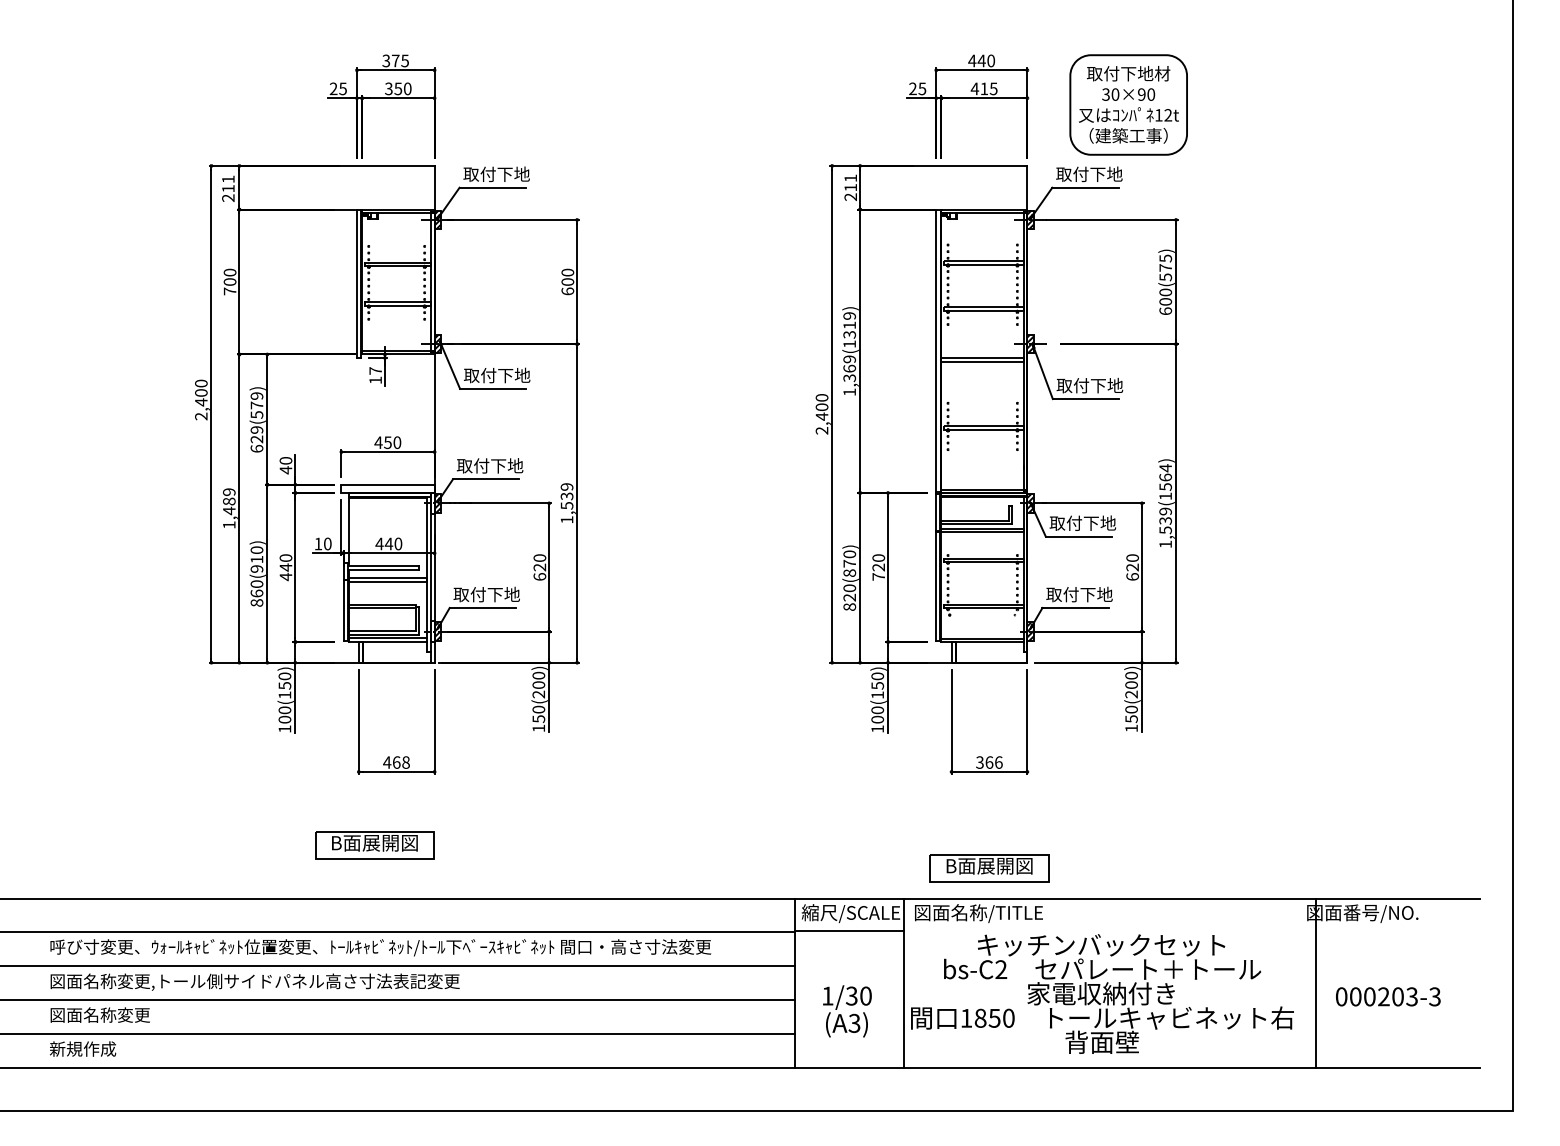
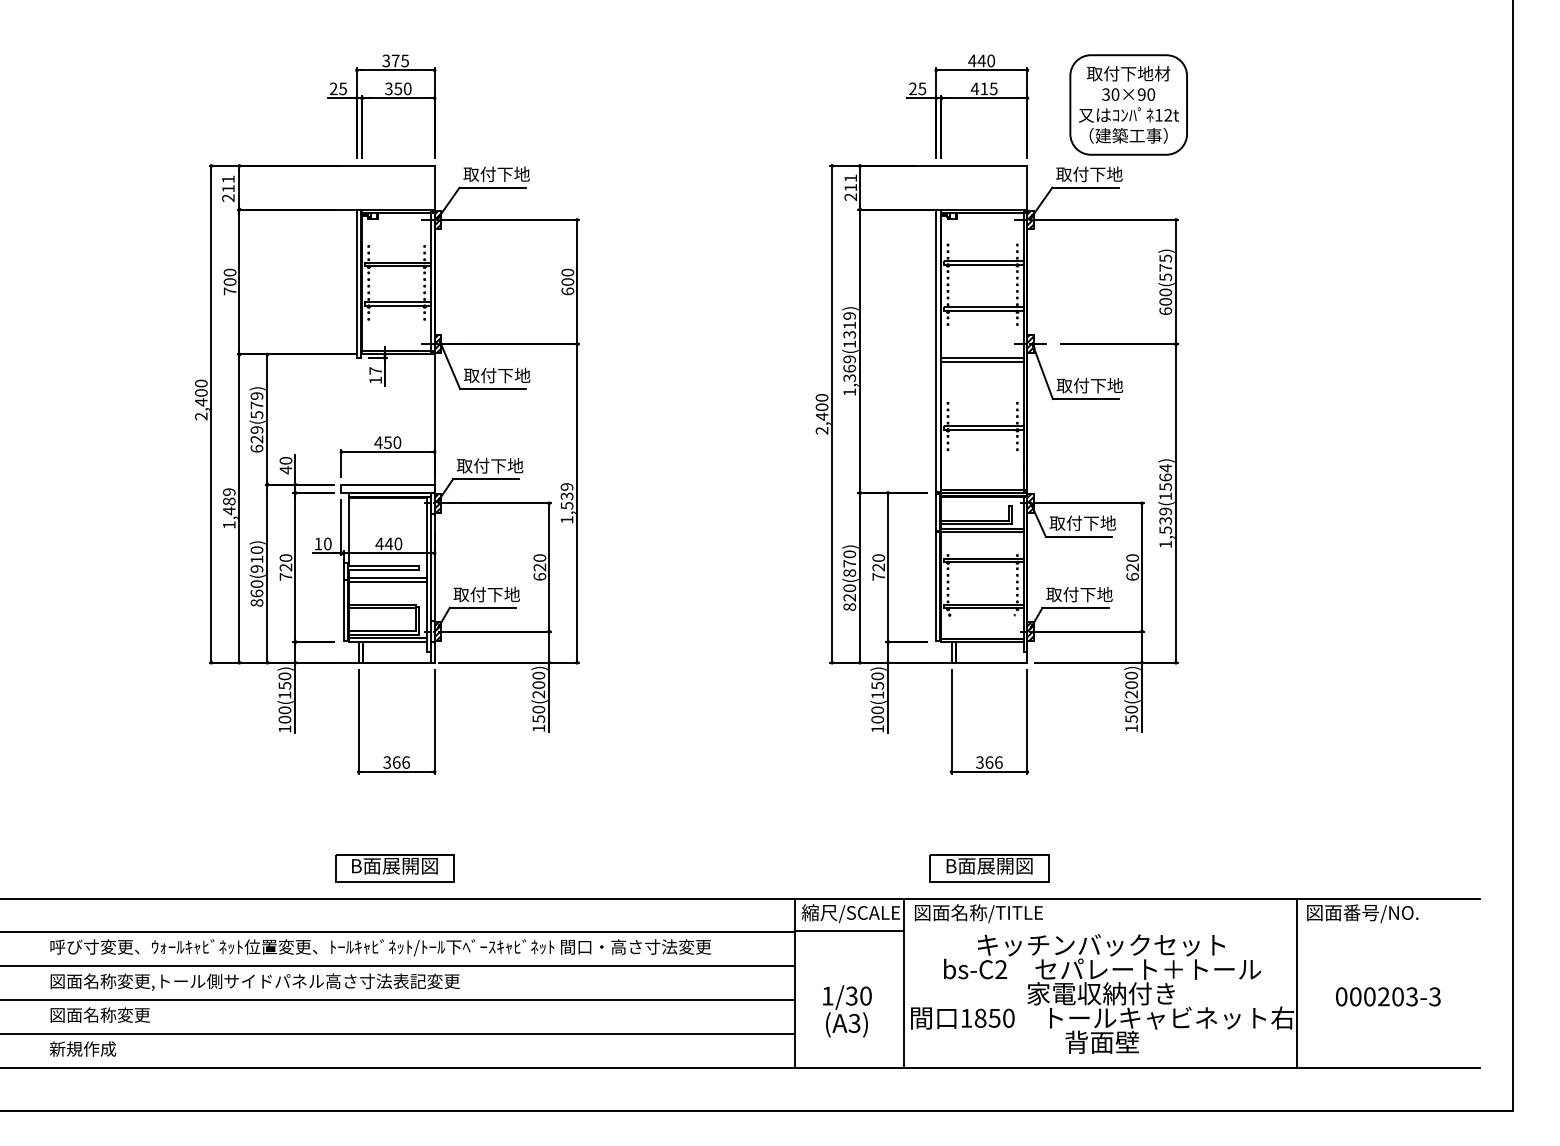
text at (285, 572): 440 -> 720
text at (396, 762): 468 -> 366
part at (374, 845) position: (374, 845) -> (394, 868)
line at (1316, 982) position: (1316, 982) -> (1297, 982)
